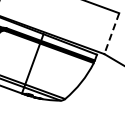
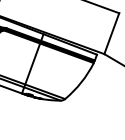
line at (111, 33): dashed -> solid
